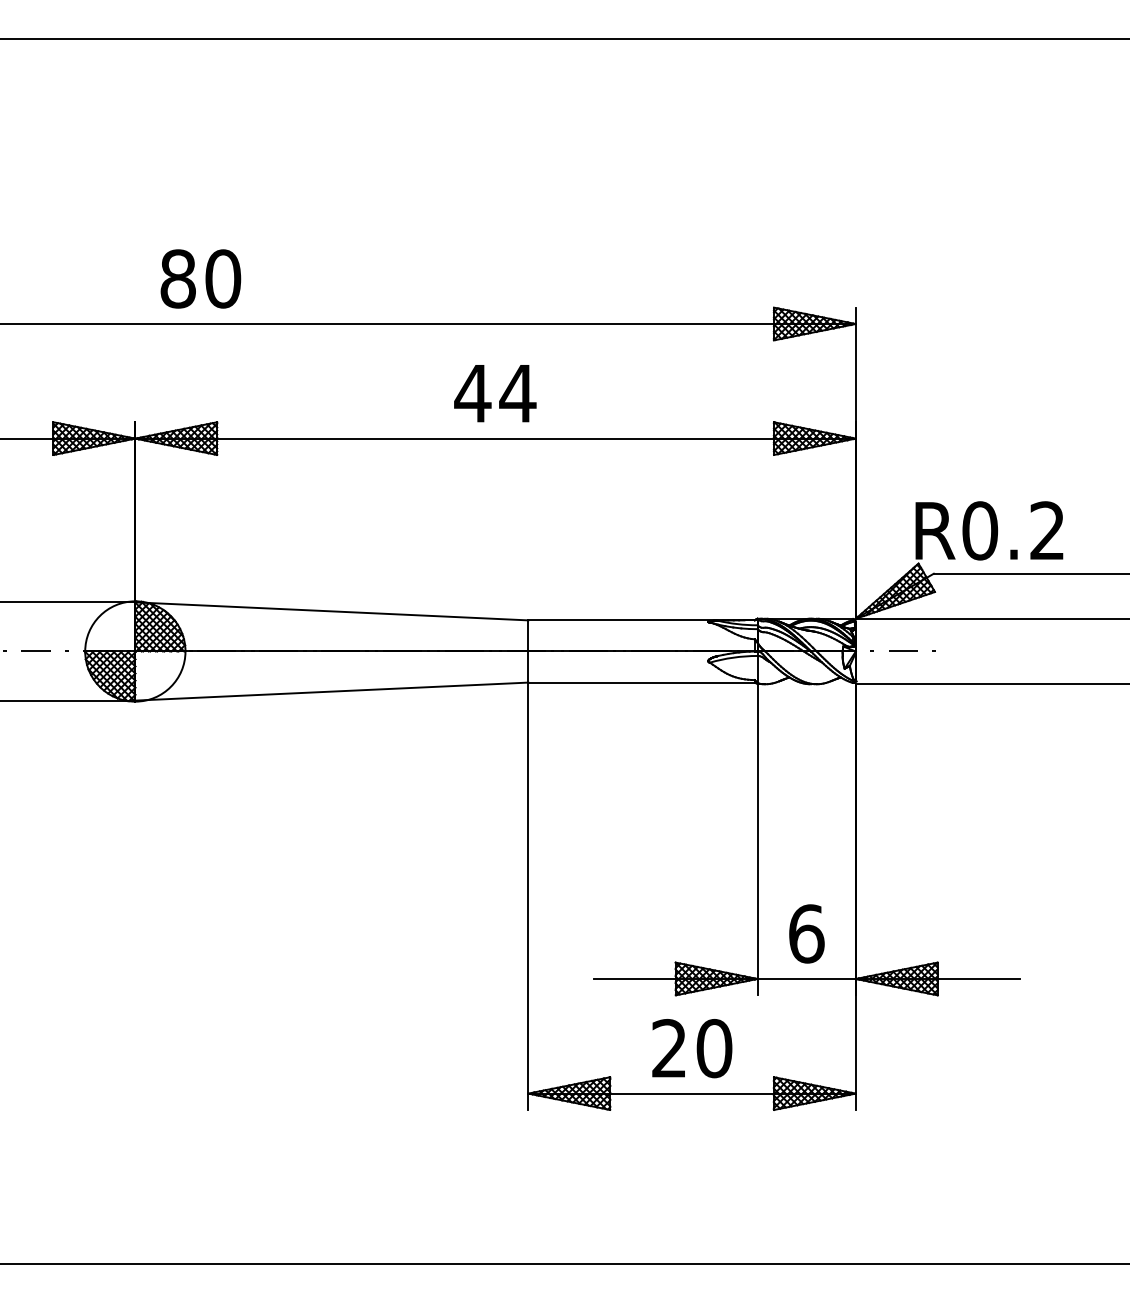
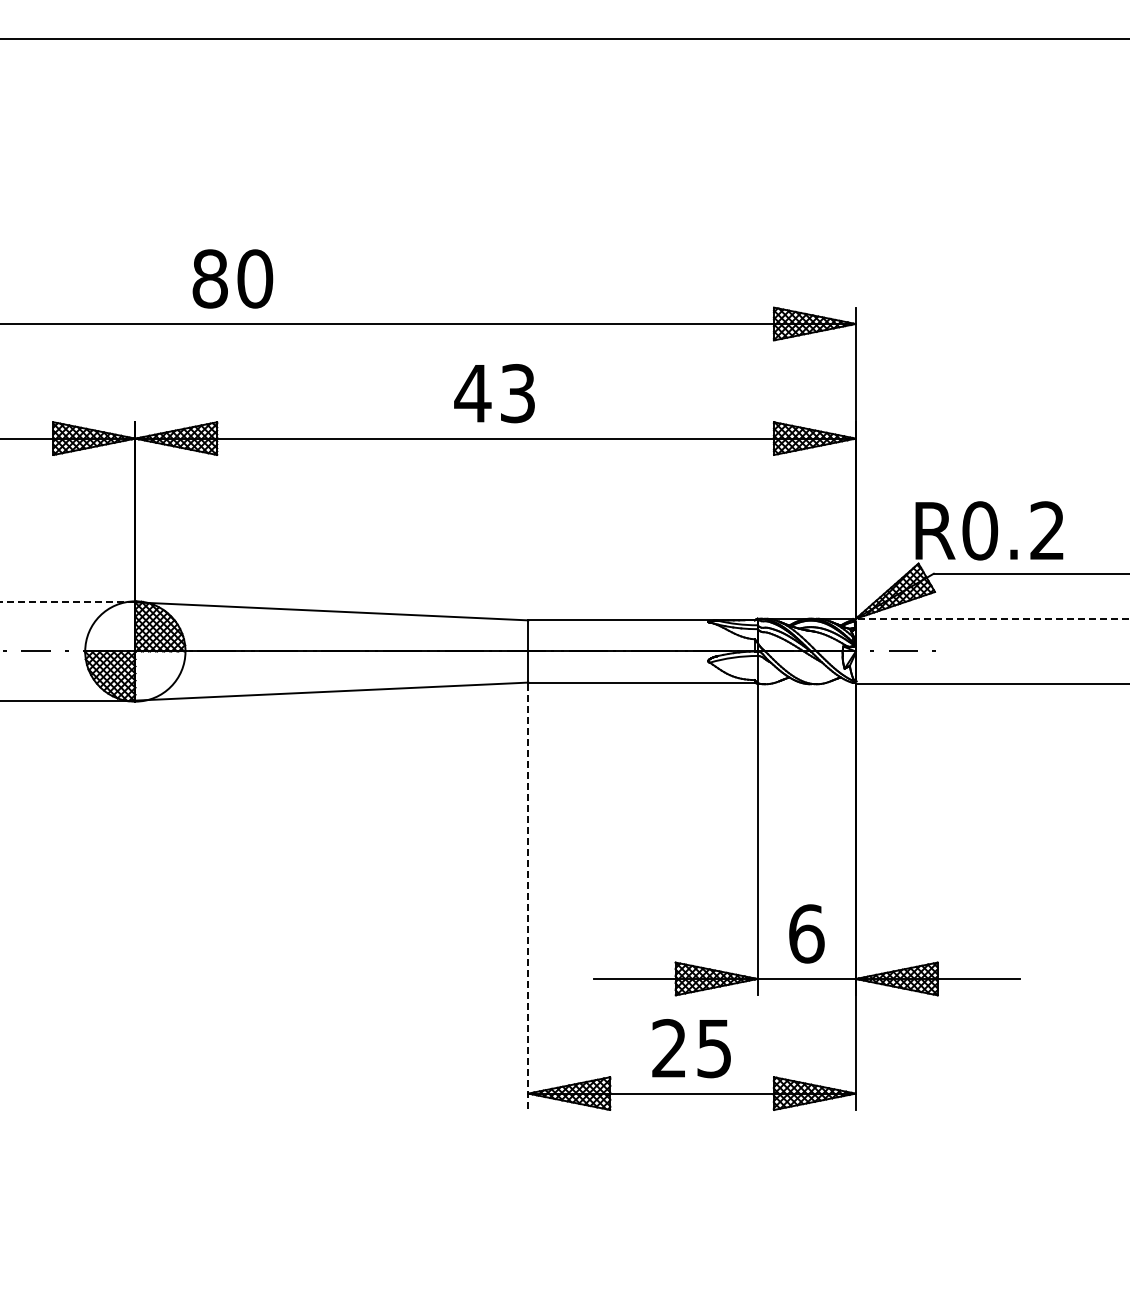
text at (200, 278) position: (200, 278) -> (232, 278)
text at (517, 393): 44 -> 43
line at (67, 602): solid -> dashed
line at (992, 618): solid -> dashed
line at (528, 897): solid -> dashed
text at (714, 1048): 20 -> 25
line at (564, 1263): present -> none
